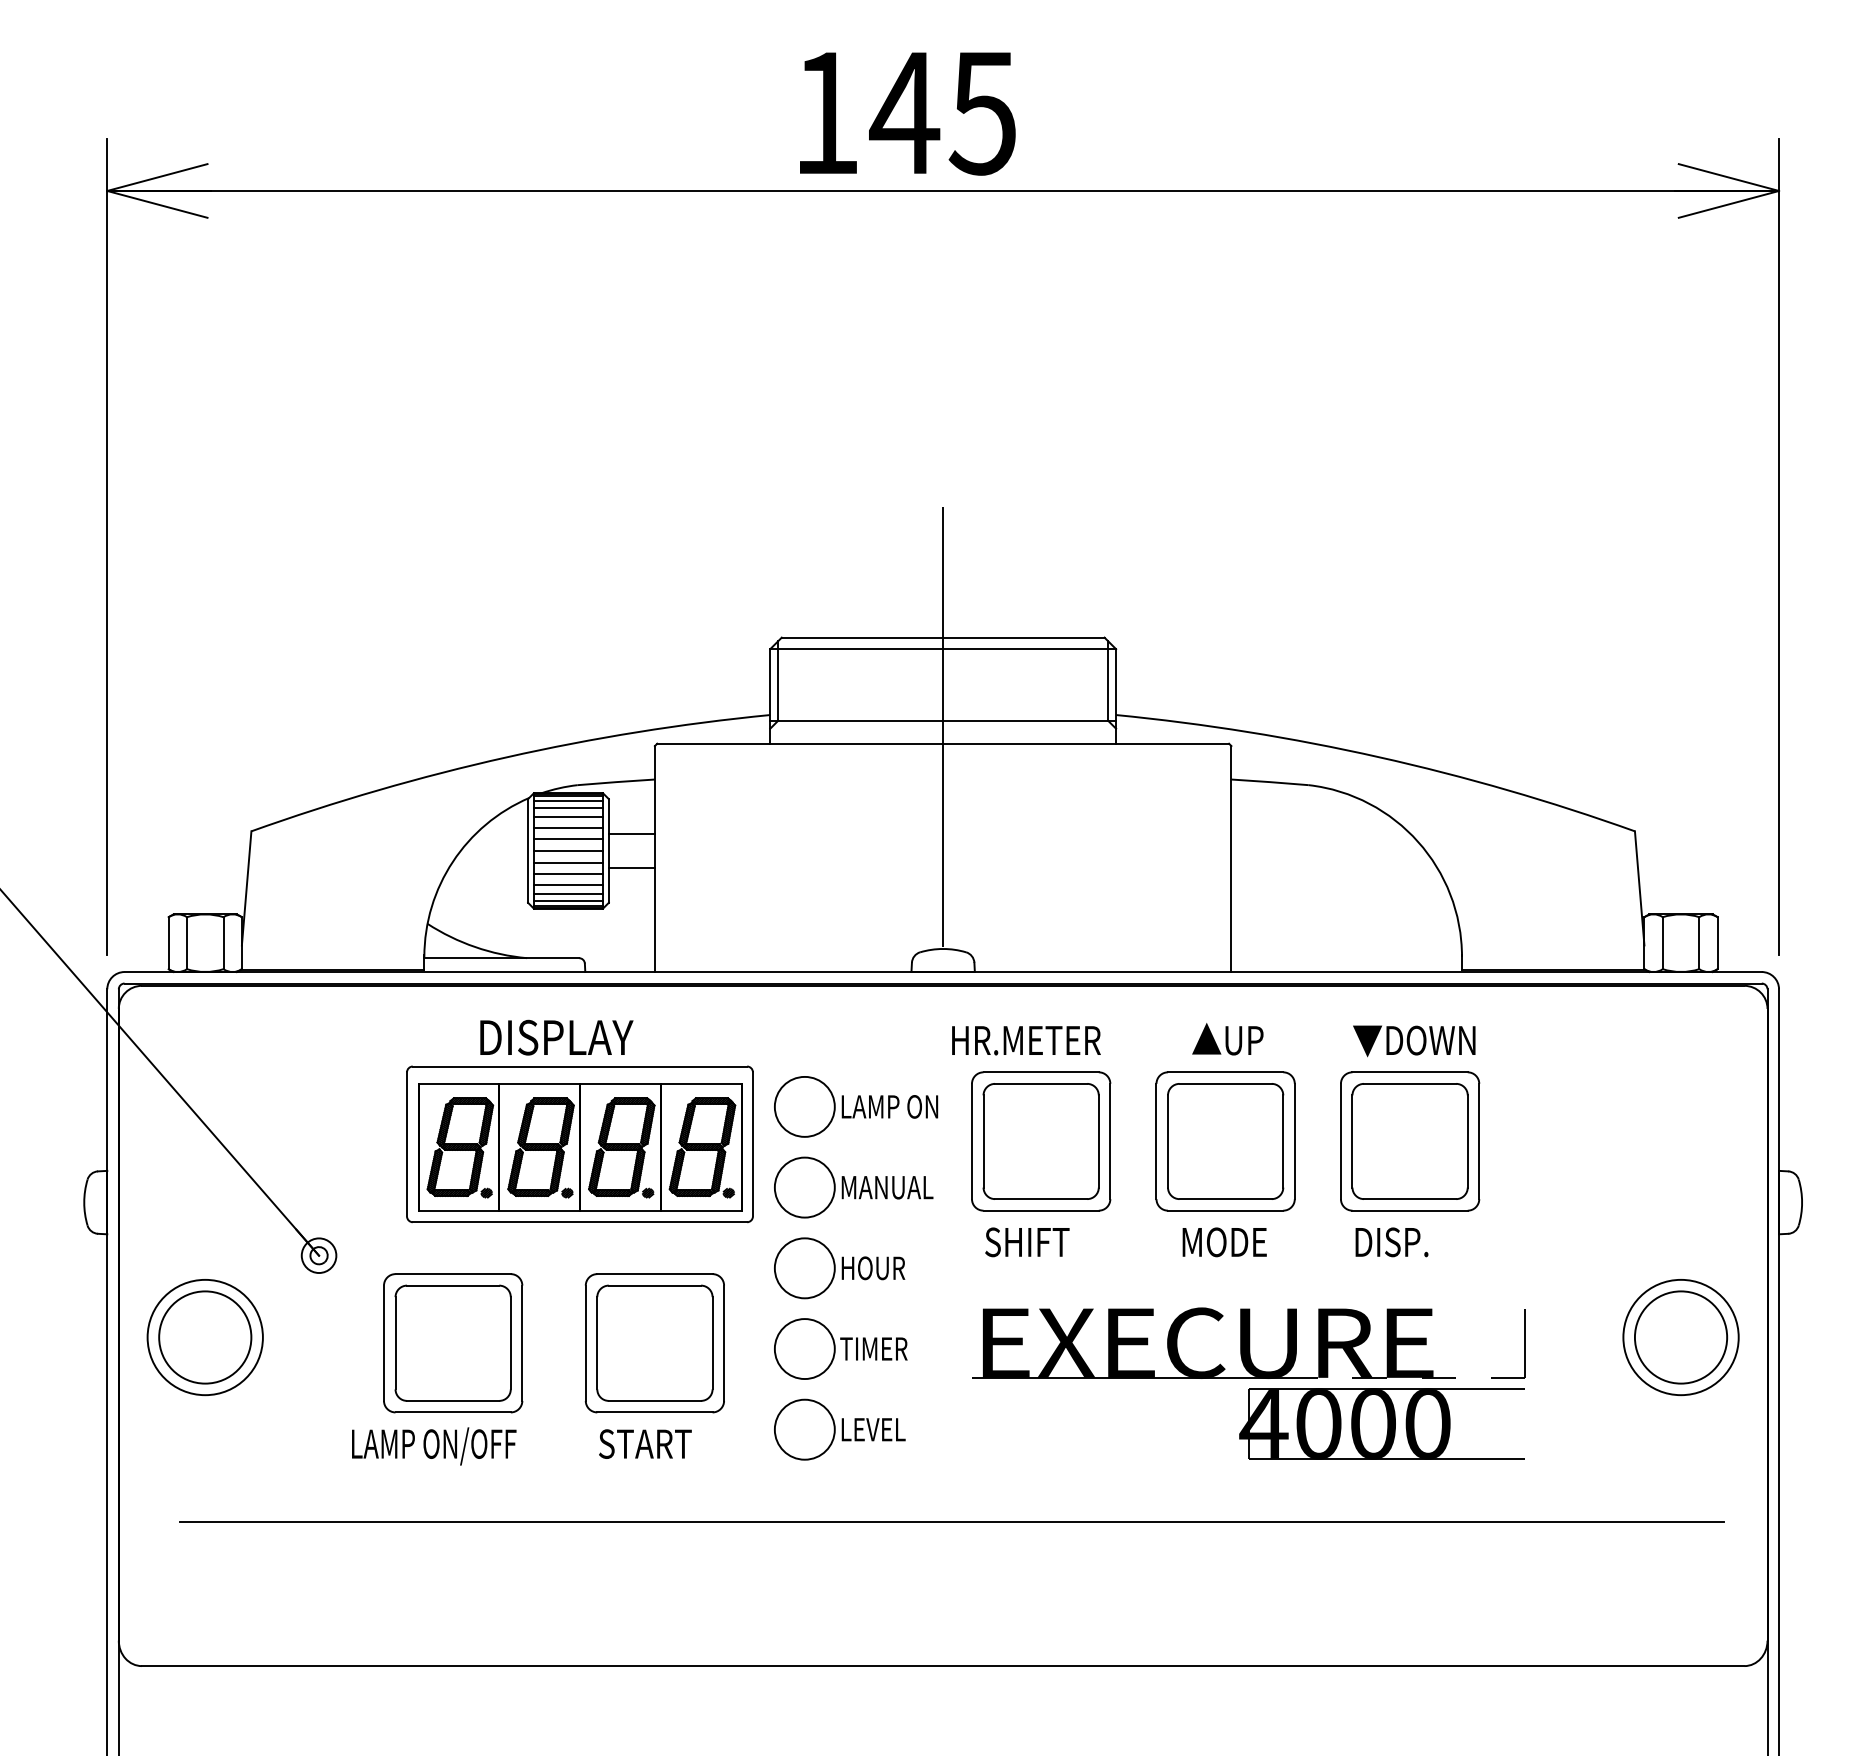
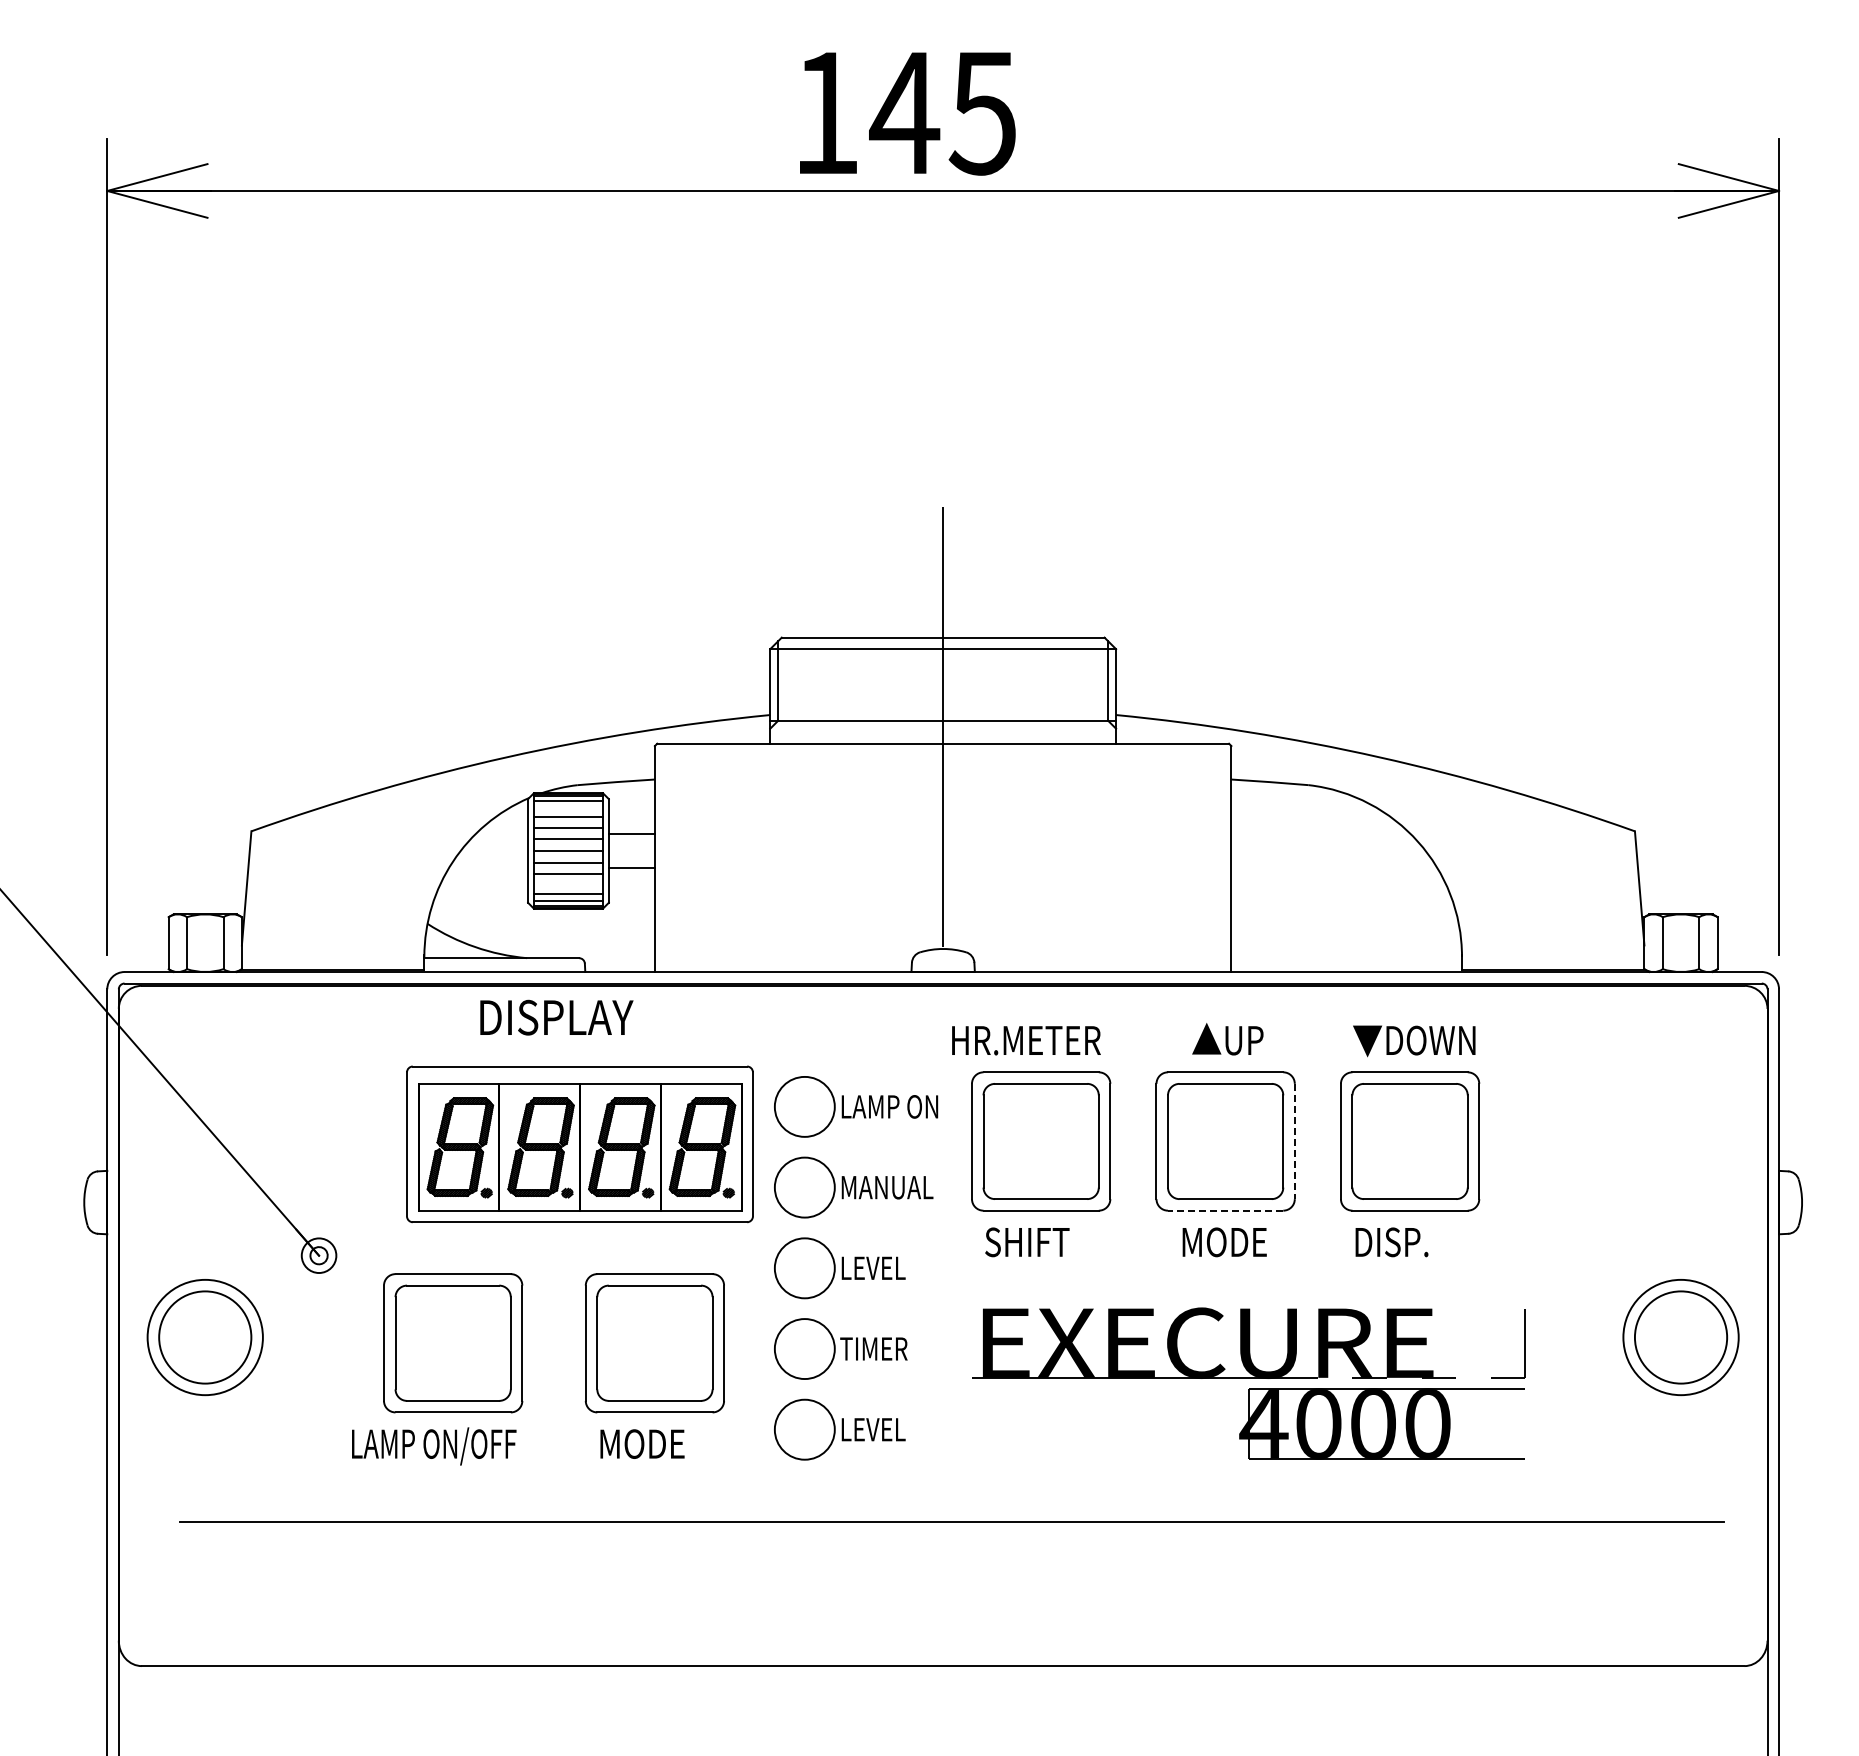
line at (568, 808): present -> none
line at (568, 884): present -> none
text at (556, 1037) position: (556, 1037) -> (556, 1017)
line at (1294, 1141): solid -> dashed
line at (1225, 1210): solid -> dashed
text at (874, 1268): HOUR -> LEVEL
text at (645, 1443): START -> MODE
